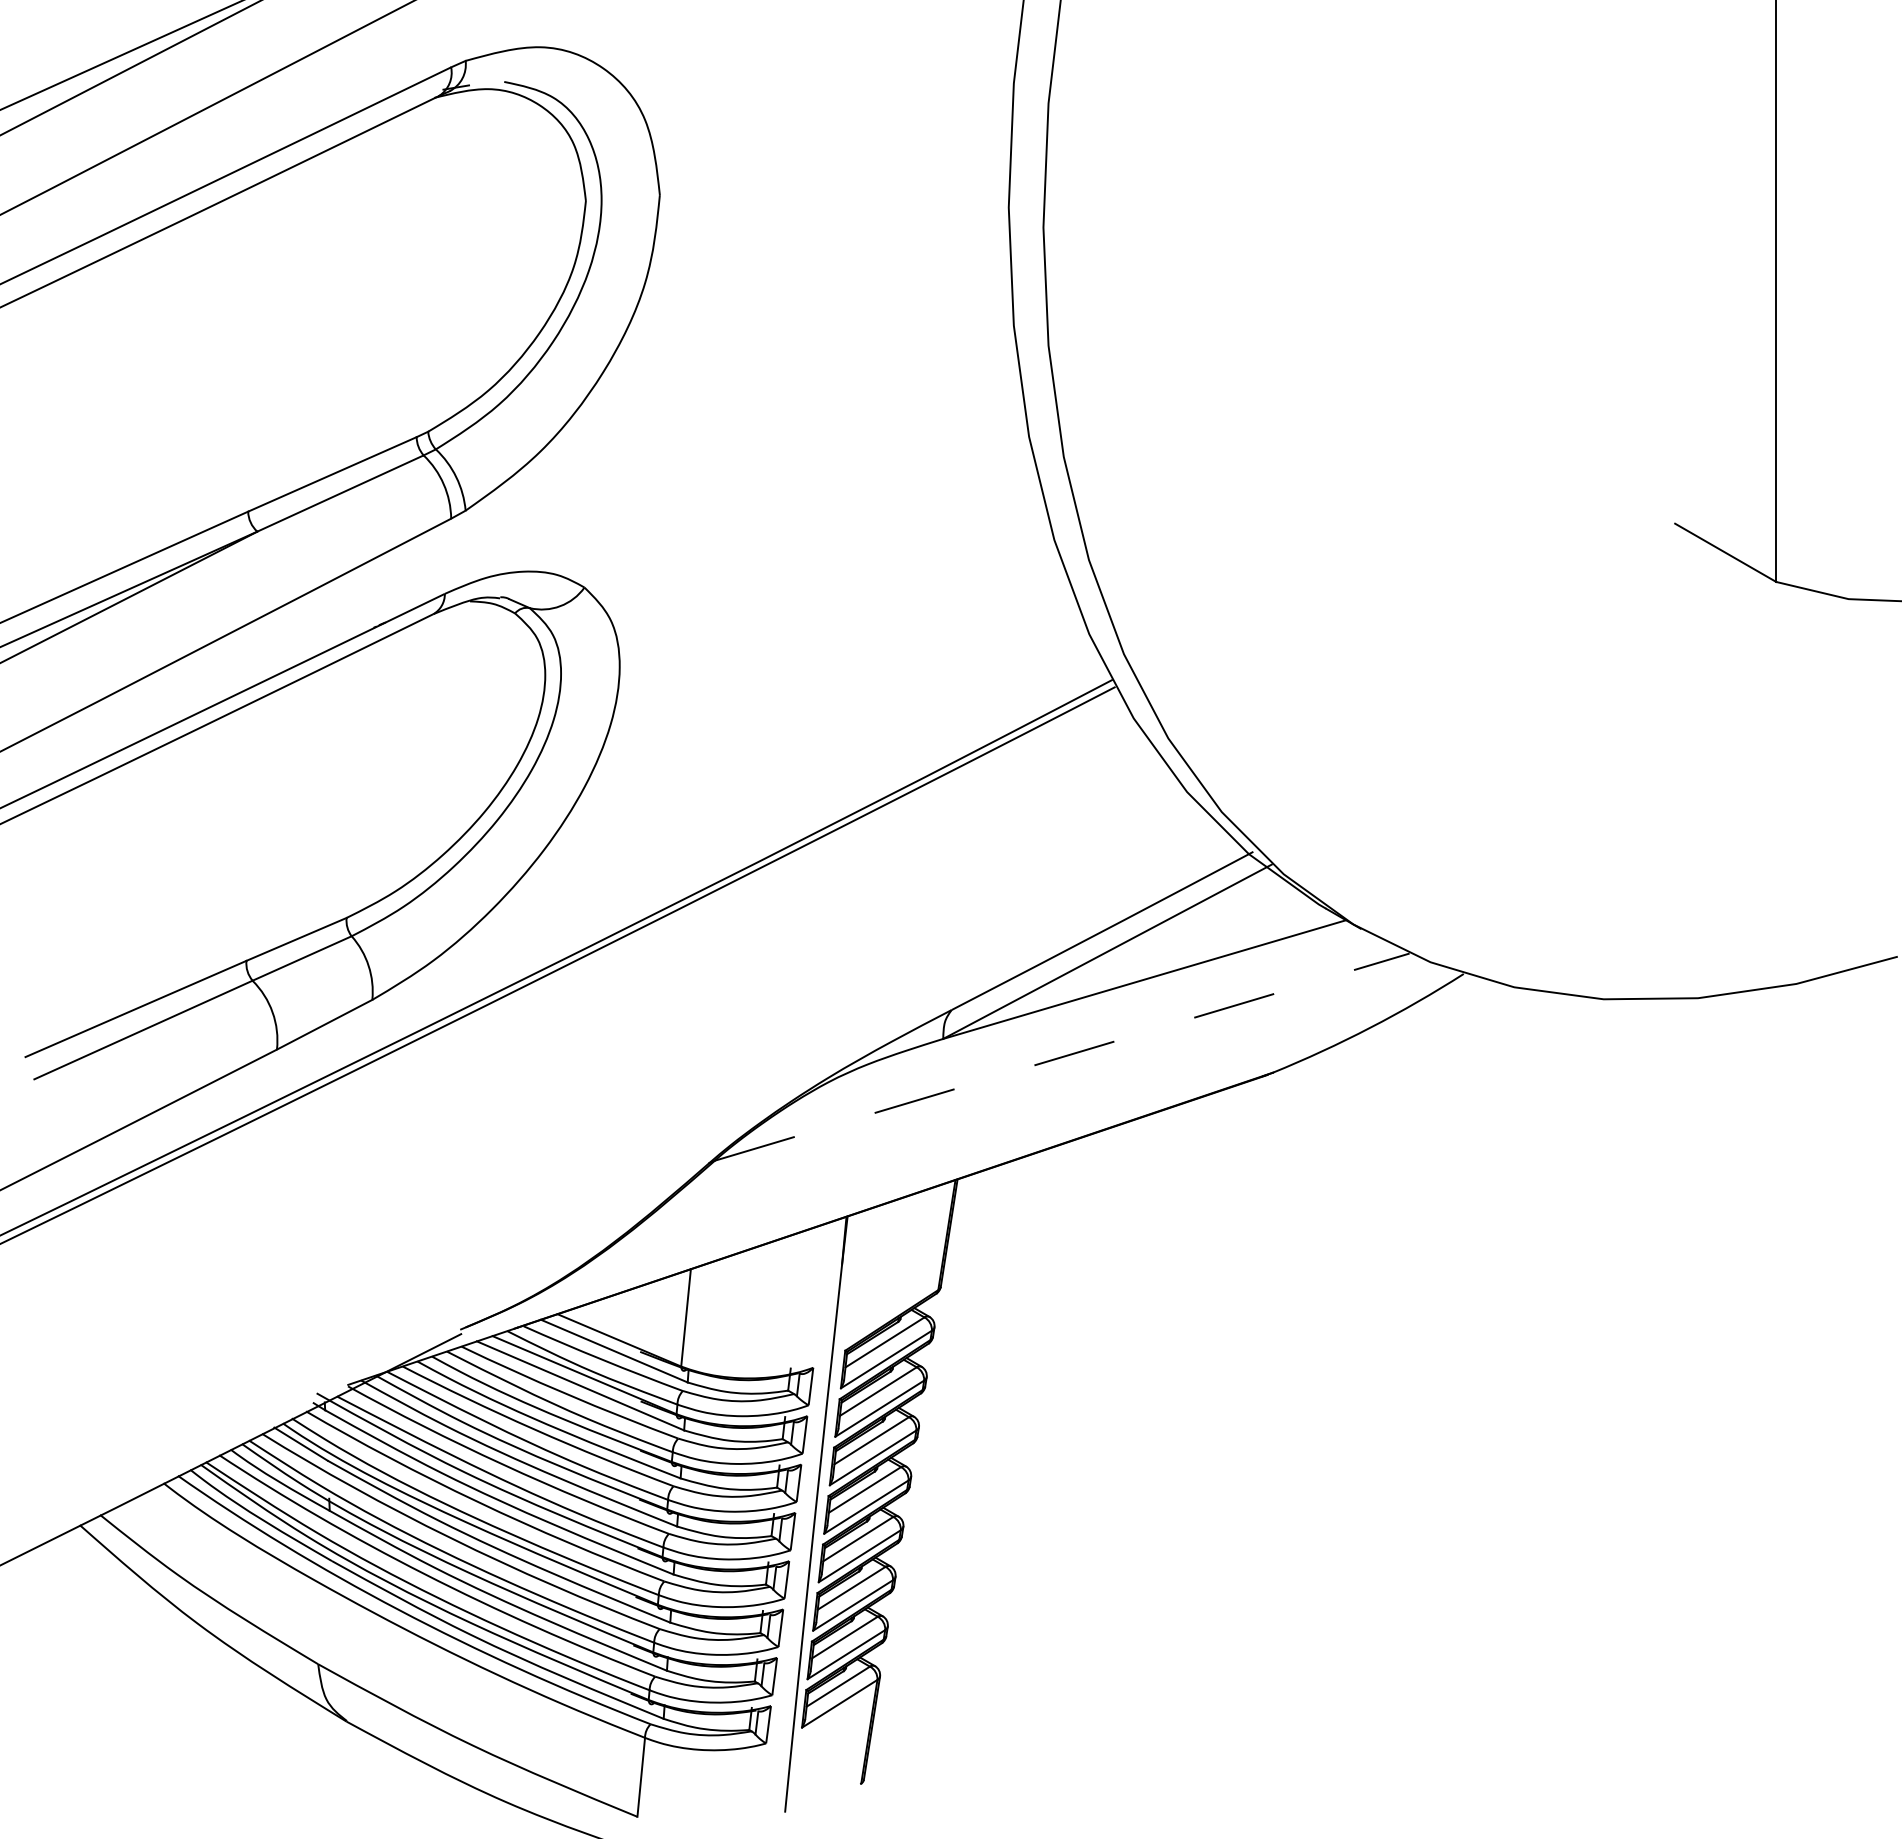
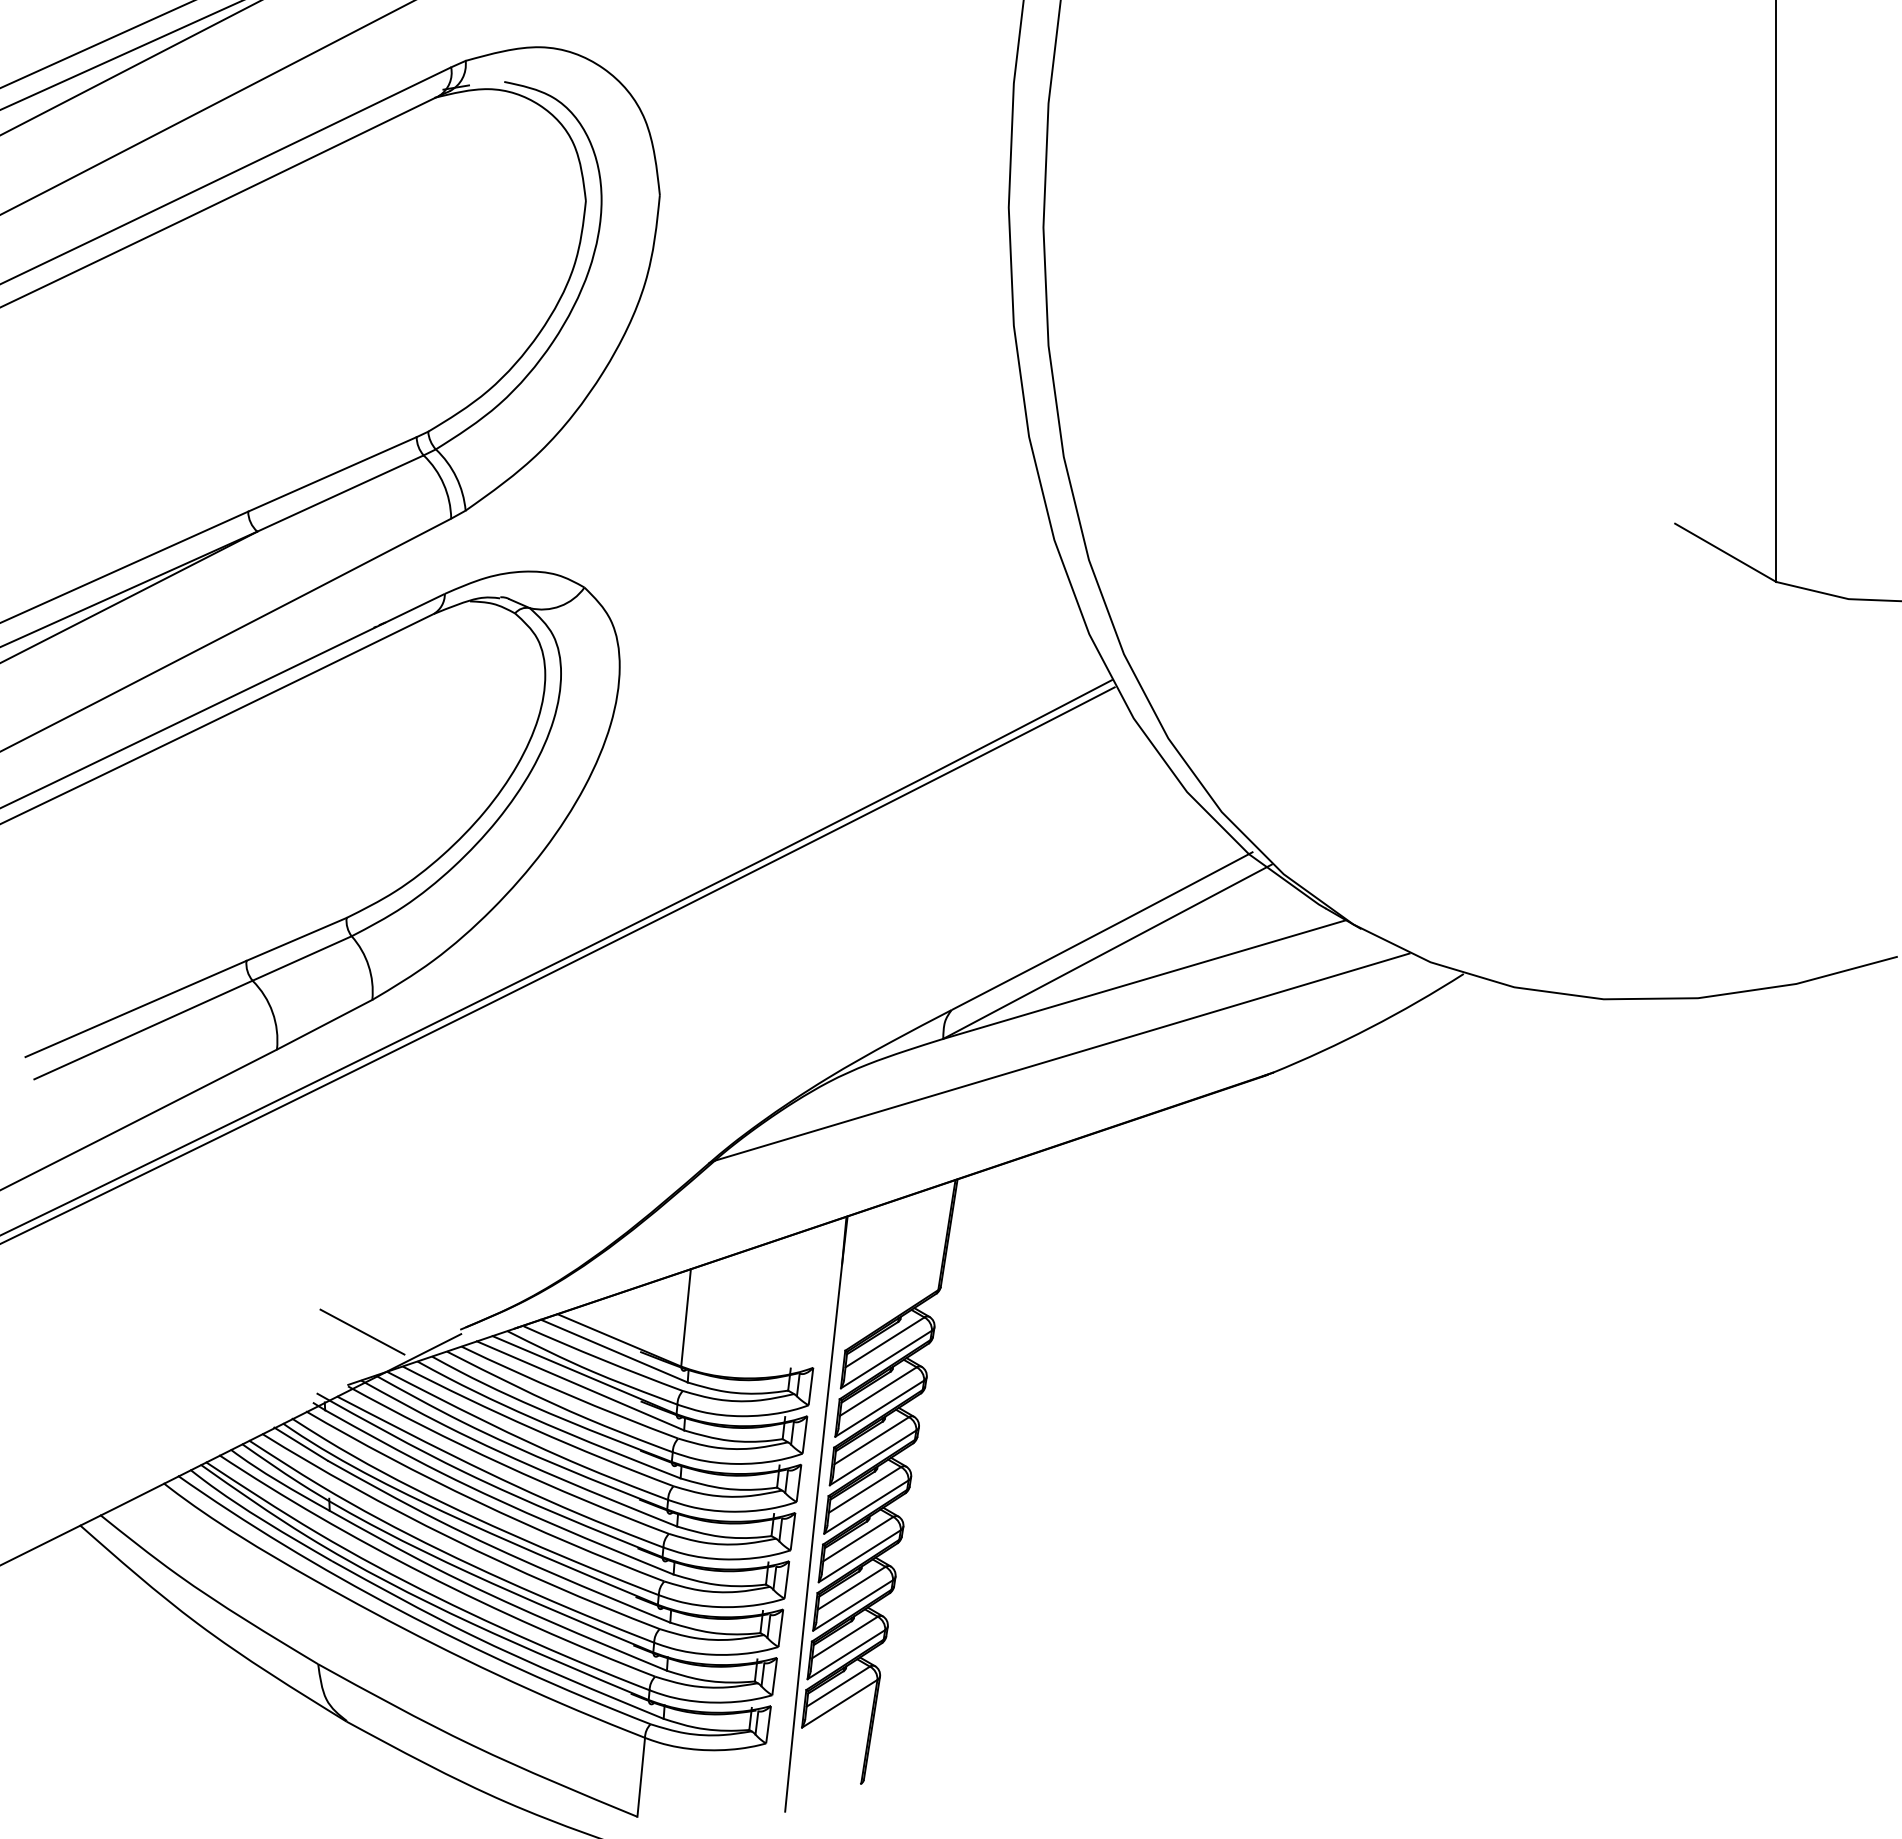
line at (96, 44): none -> present
line at (1062, 1056): dashed -> solid
line at (362, 1331): none -> present
